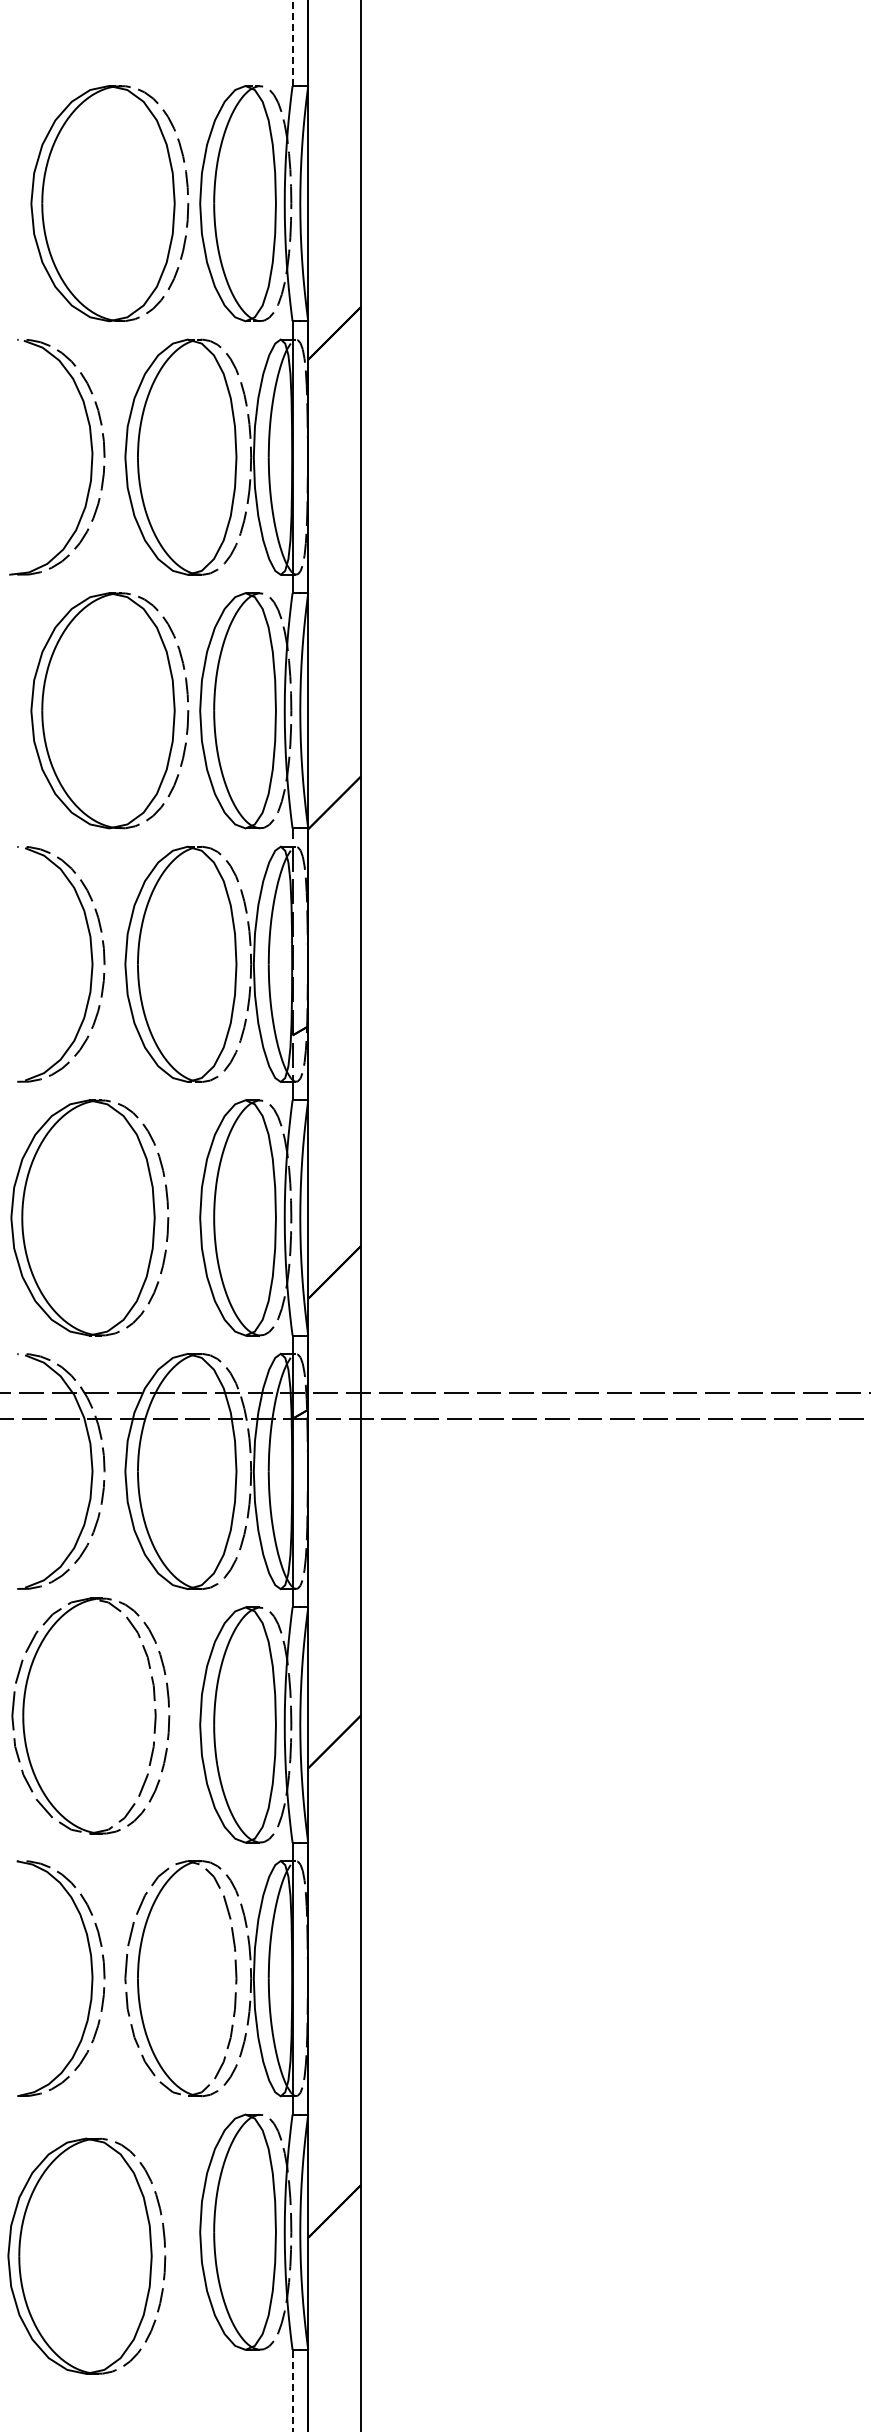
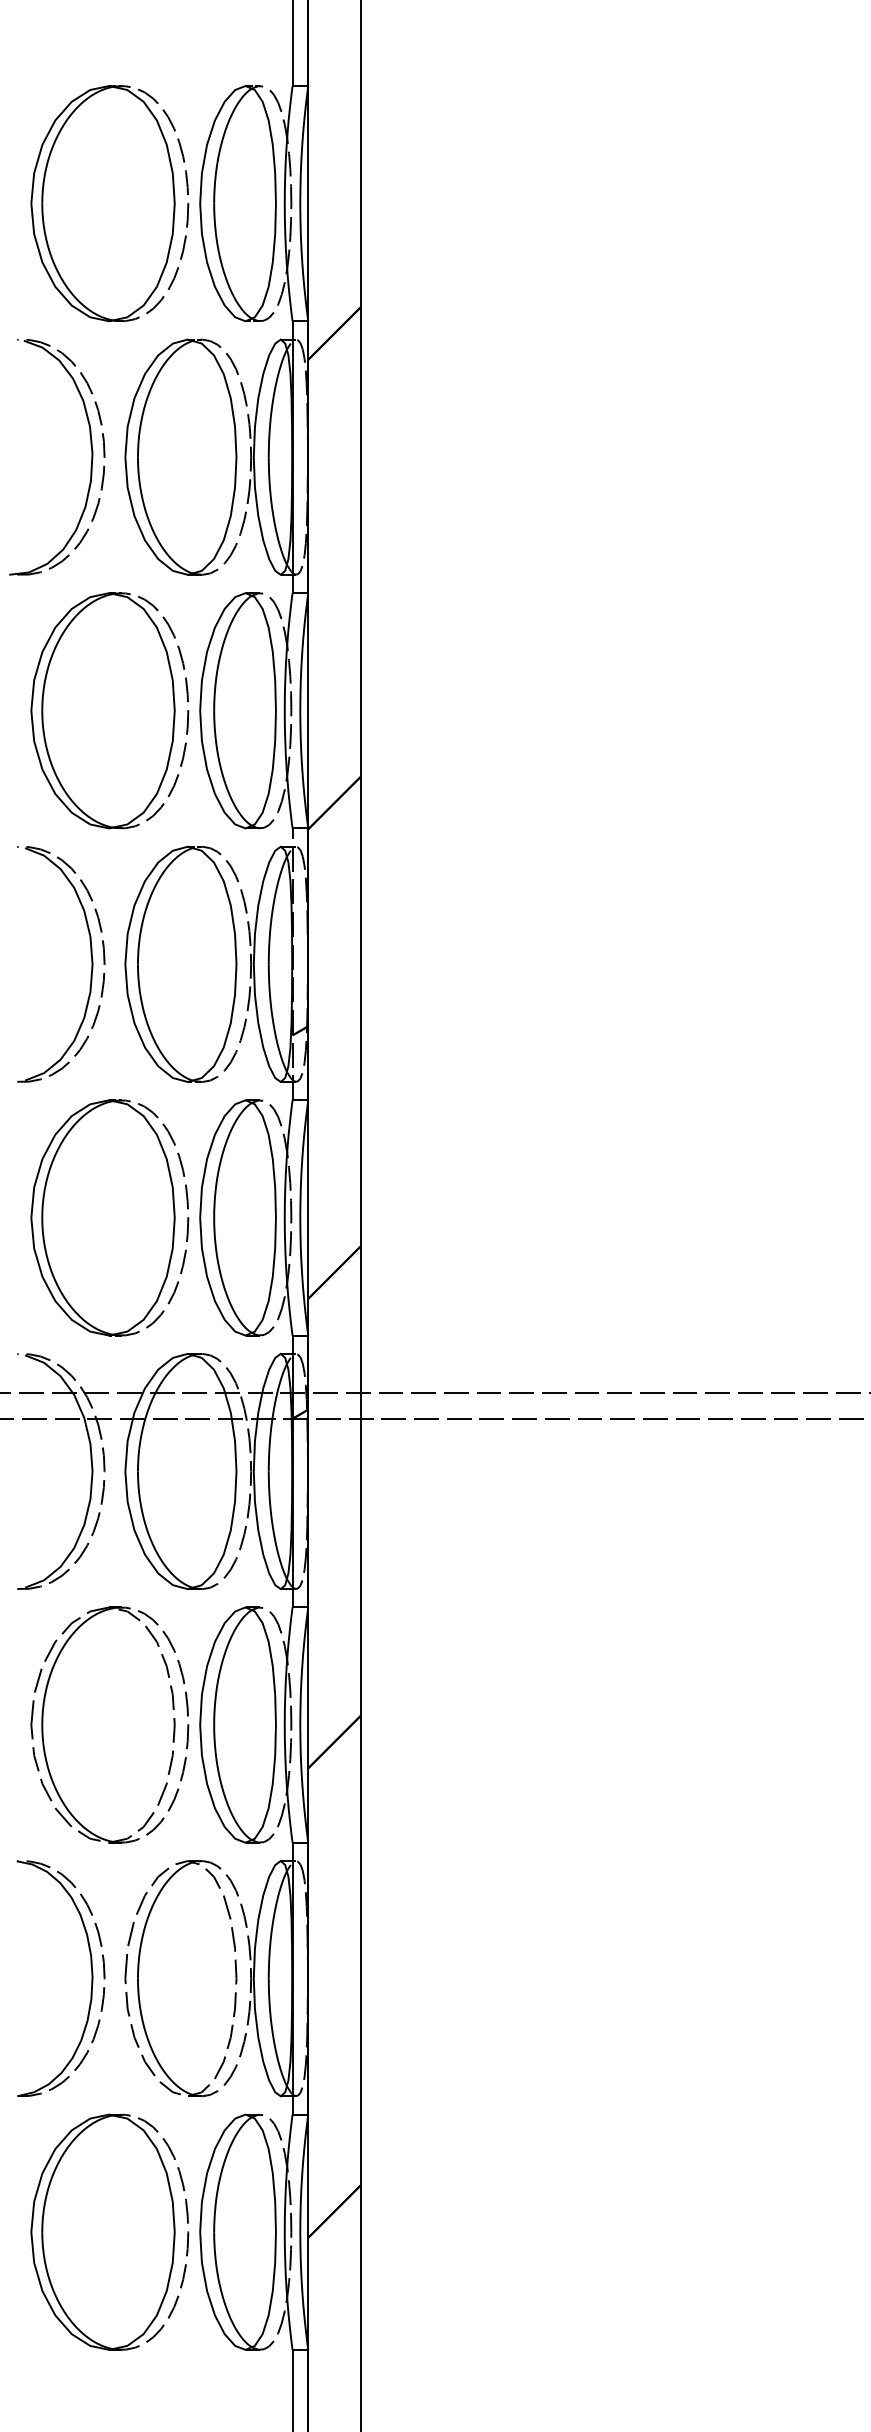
line at (292, 43): dashed -> solid
part at (89, 1217) position: (89, 1217) -> (109, 1217)
part at (154, 1715) position: (154, 1715) -> (173, 1724)
part at (86, 2255) position: (86, 2255) -> (109, 2231)
line at (292, 2390): dashed -> solid
